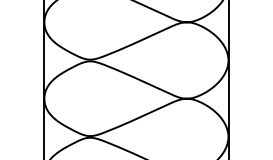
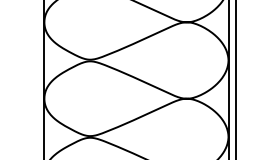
line at (236, 79): none -> present
